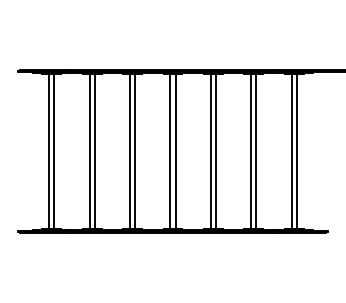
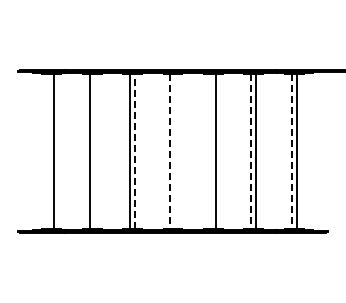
line at (48, 151): present -> none
line at (94, 151): present -> none
line at (135, 151): solid -> dashed
line at (170, 151): solid -> dashed
line at (175, 151): present -> none
line at (210, 151): present -> none
line at (251, 151): solid -> dashed
line at (292, 151): solid -> dashed
